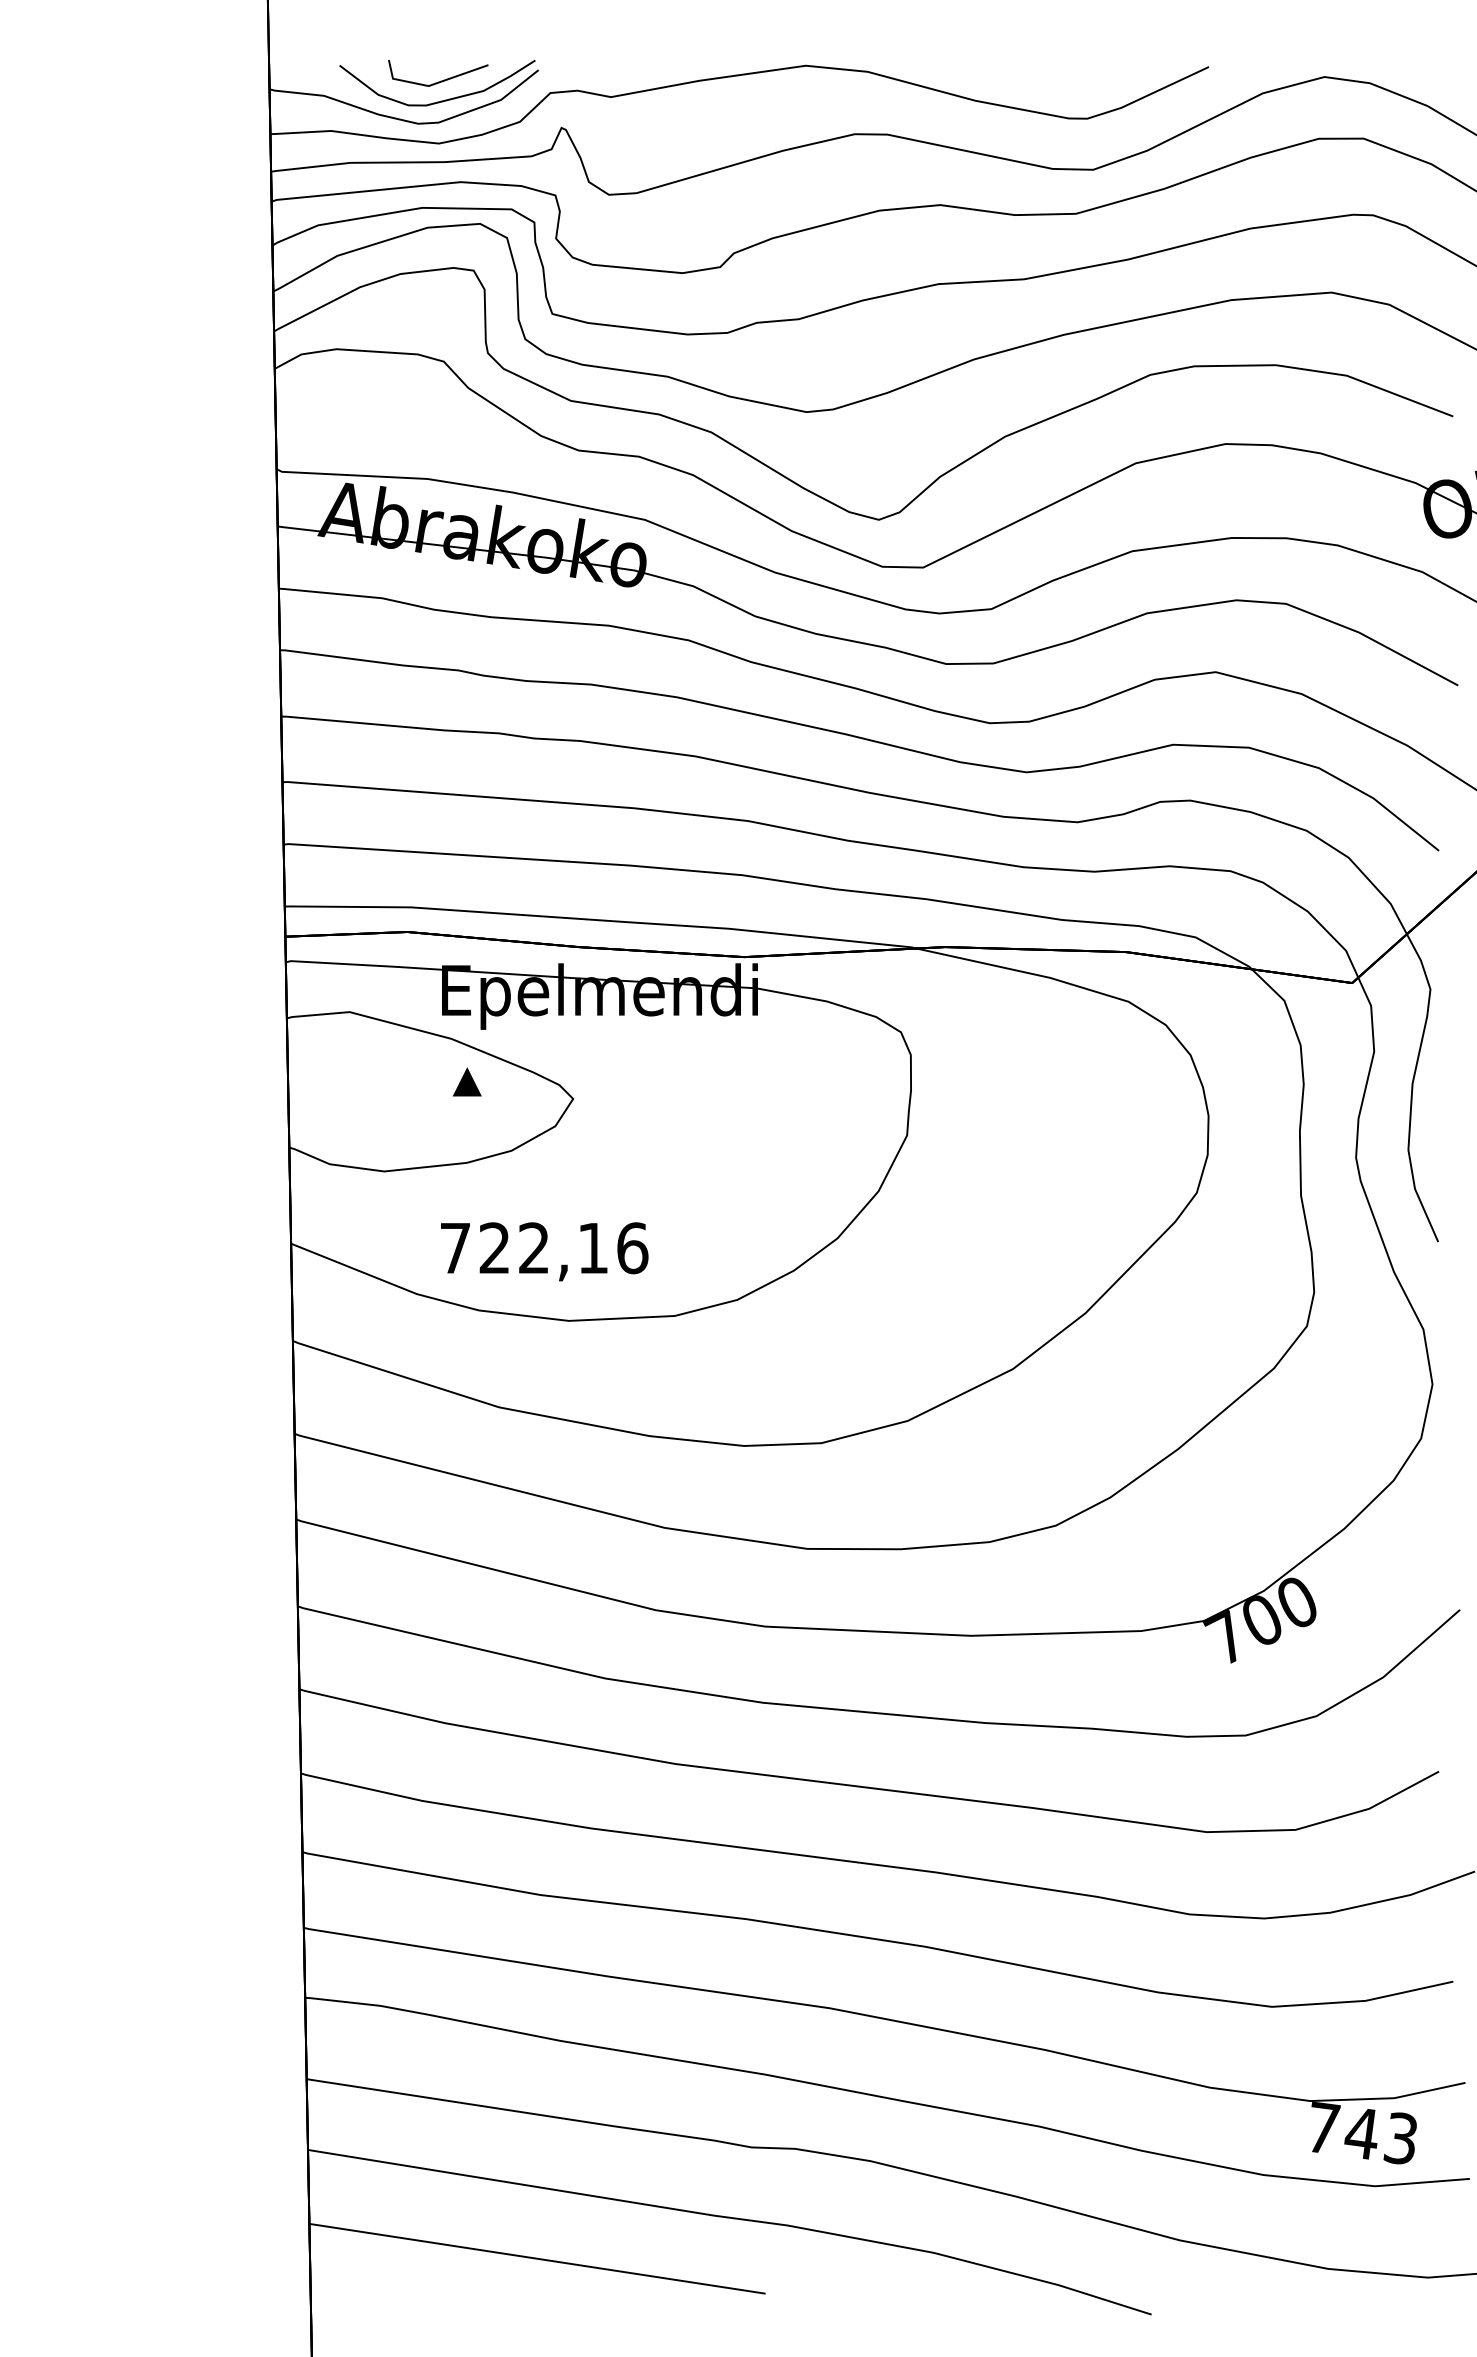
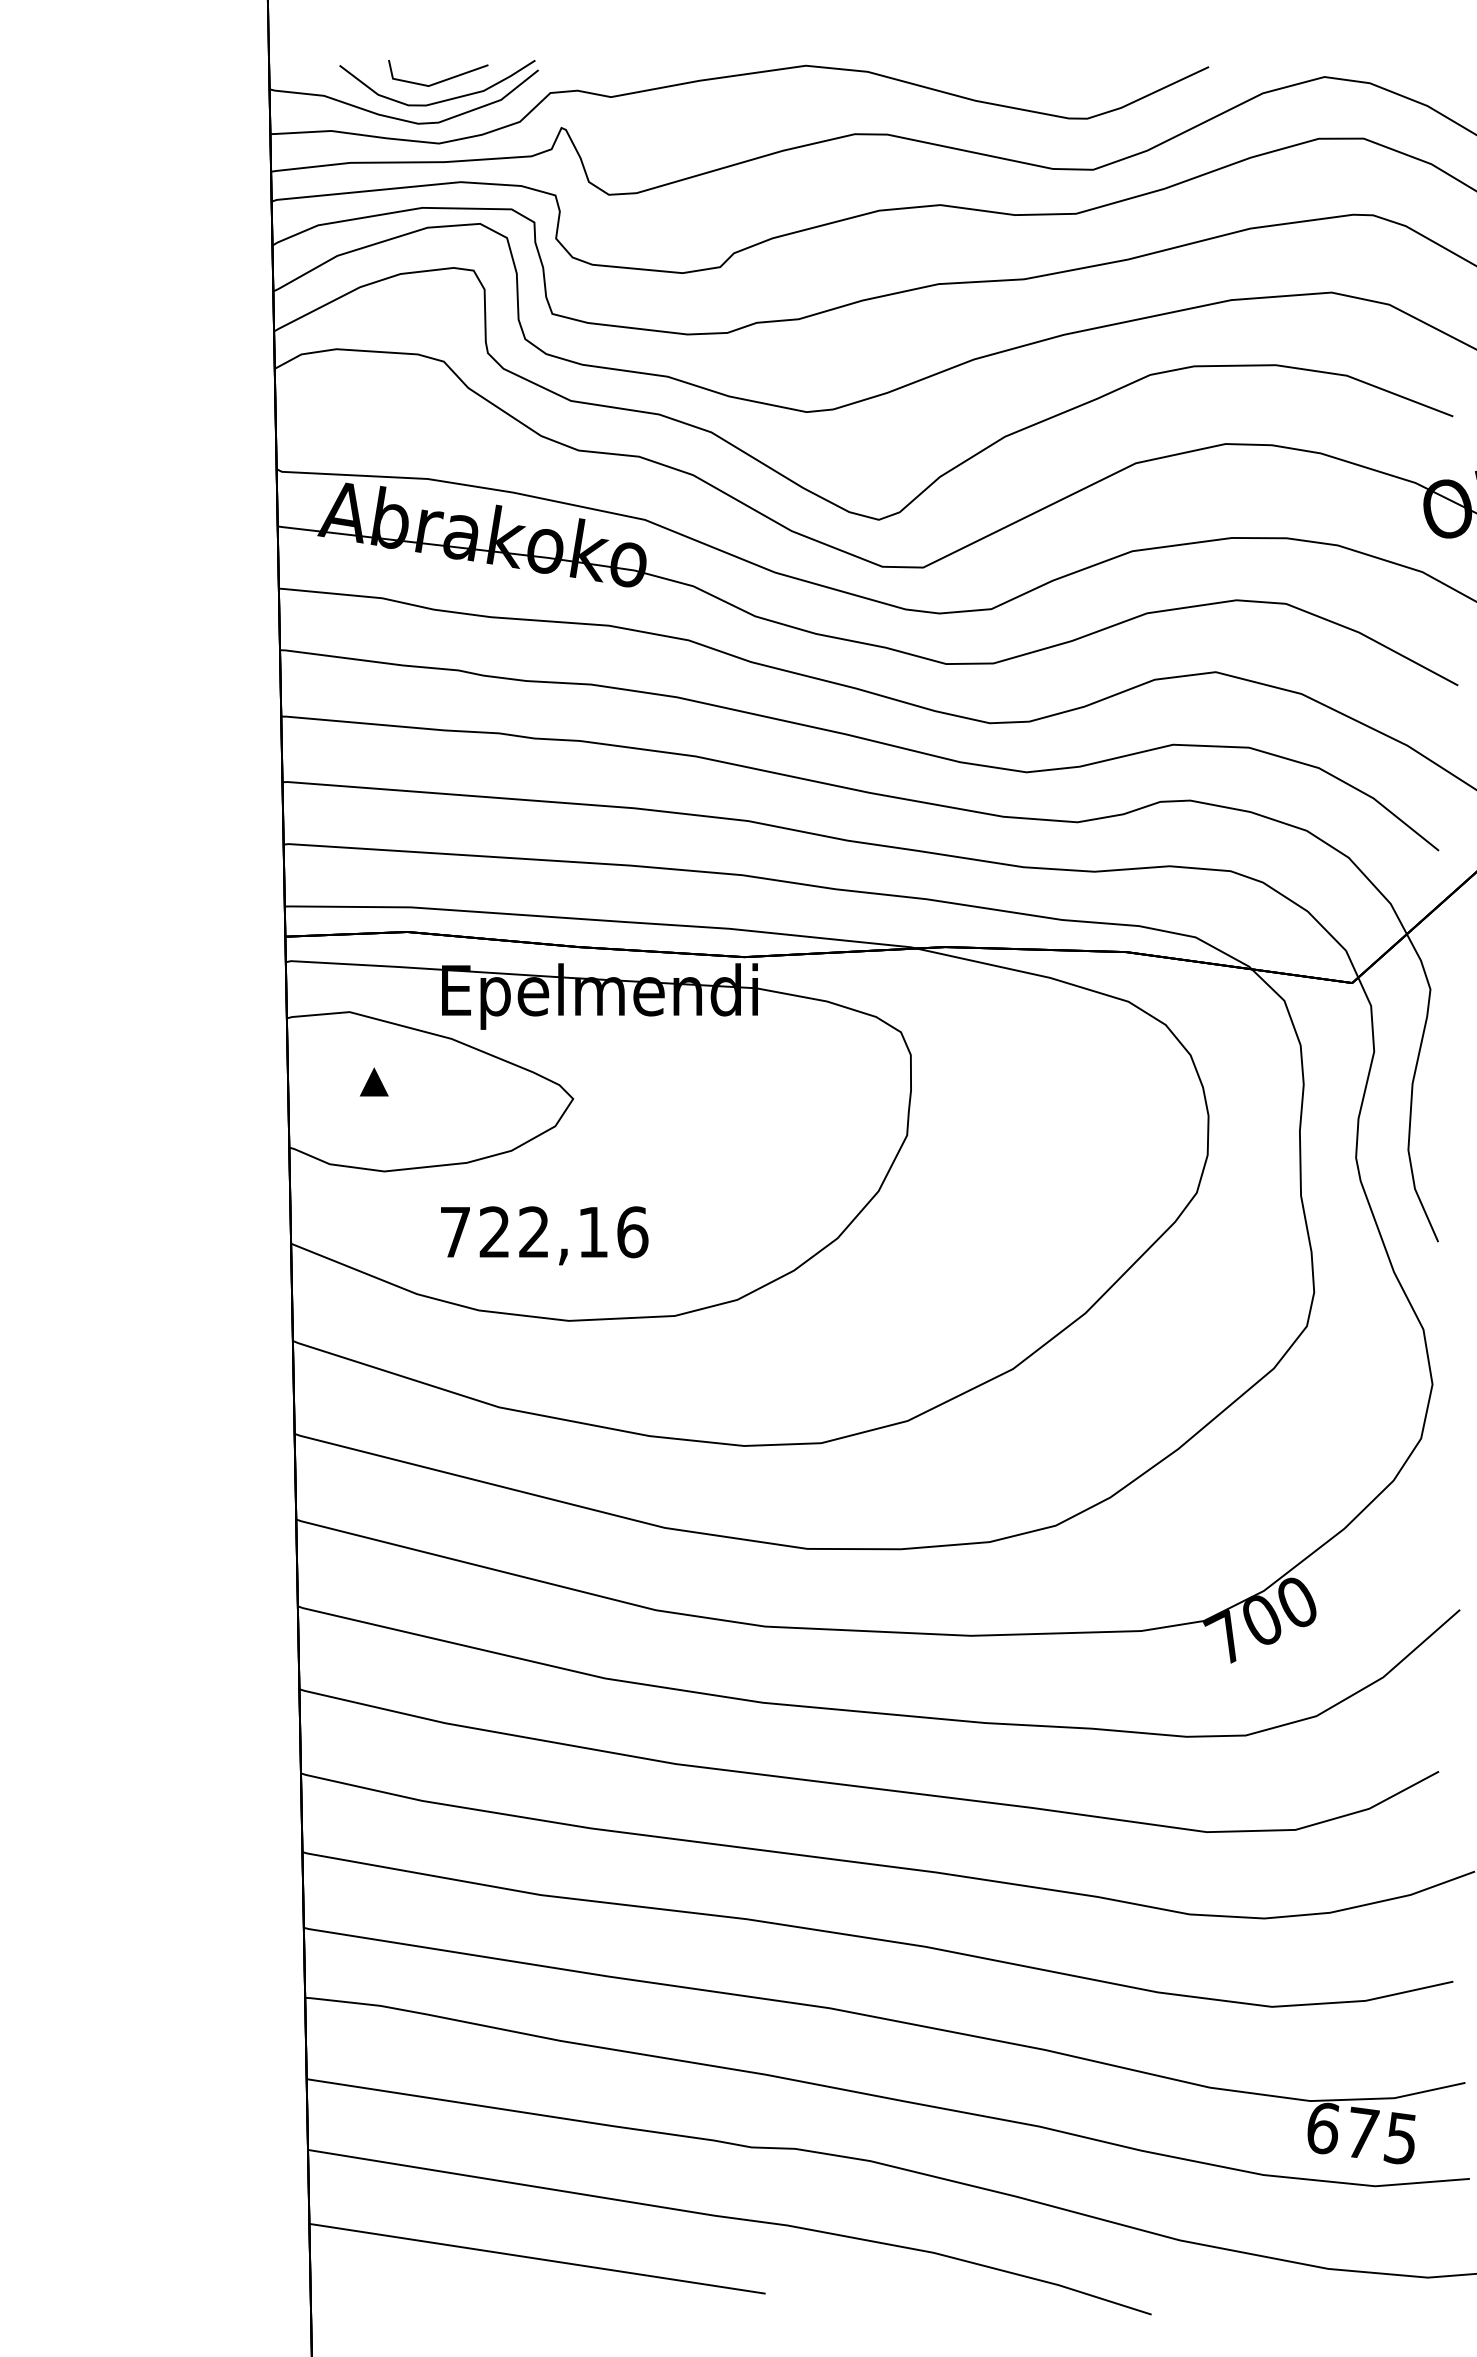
part at (466, 1081) position: (466, 1081) -> (373, 1081)
text at (544, 1251) position: (544, 1251) -> (544, 1235)
text at (1361, 2133): 743 -> 675
